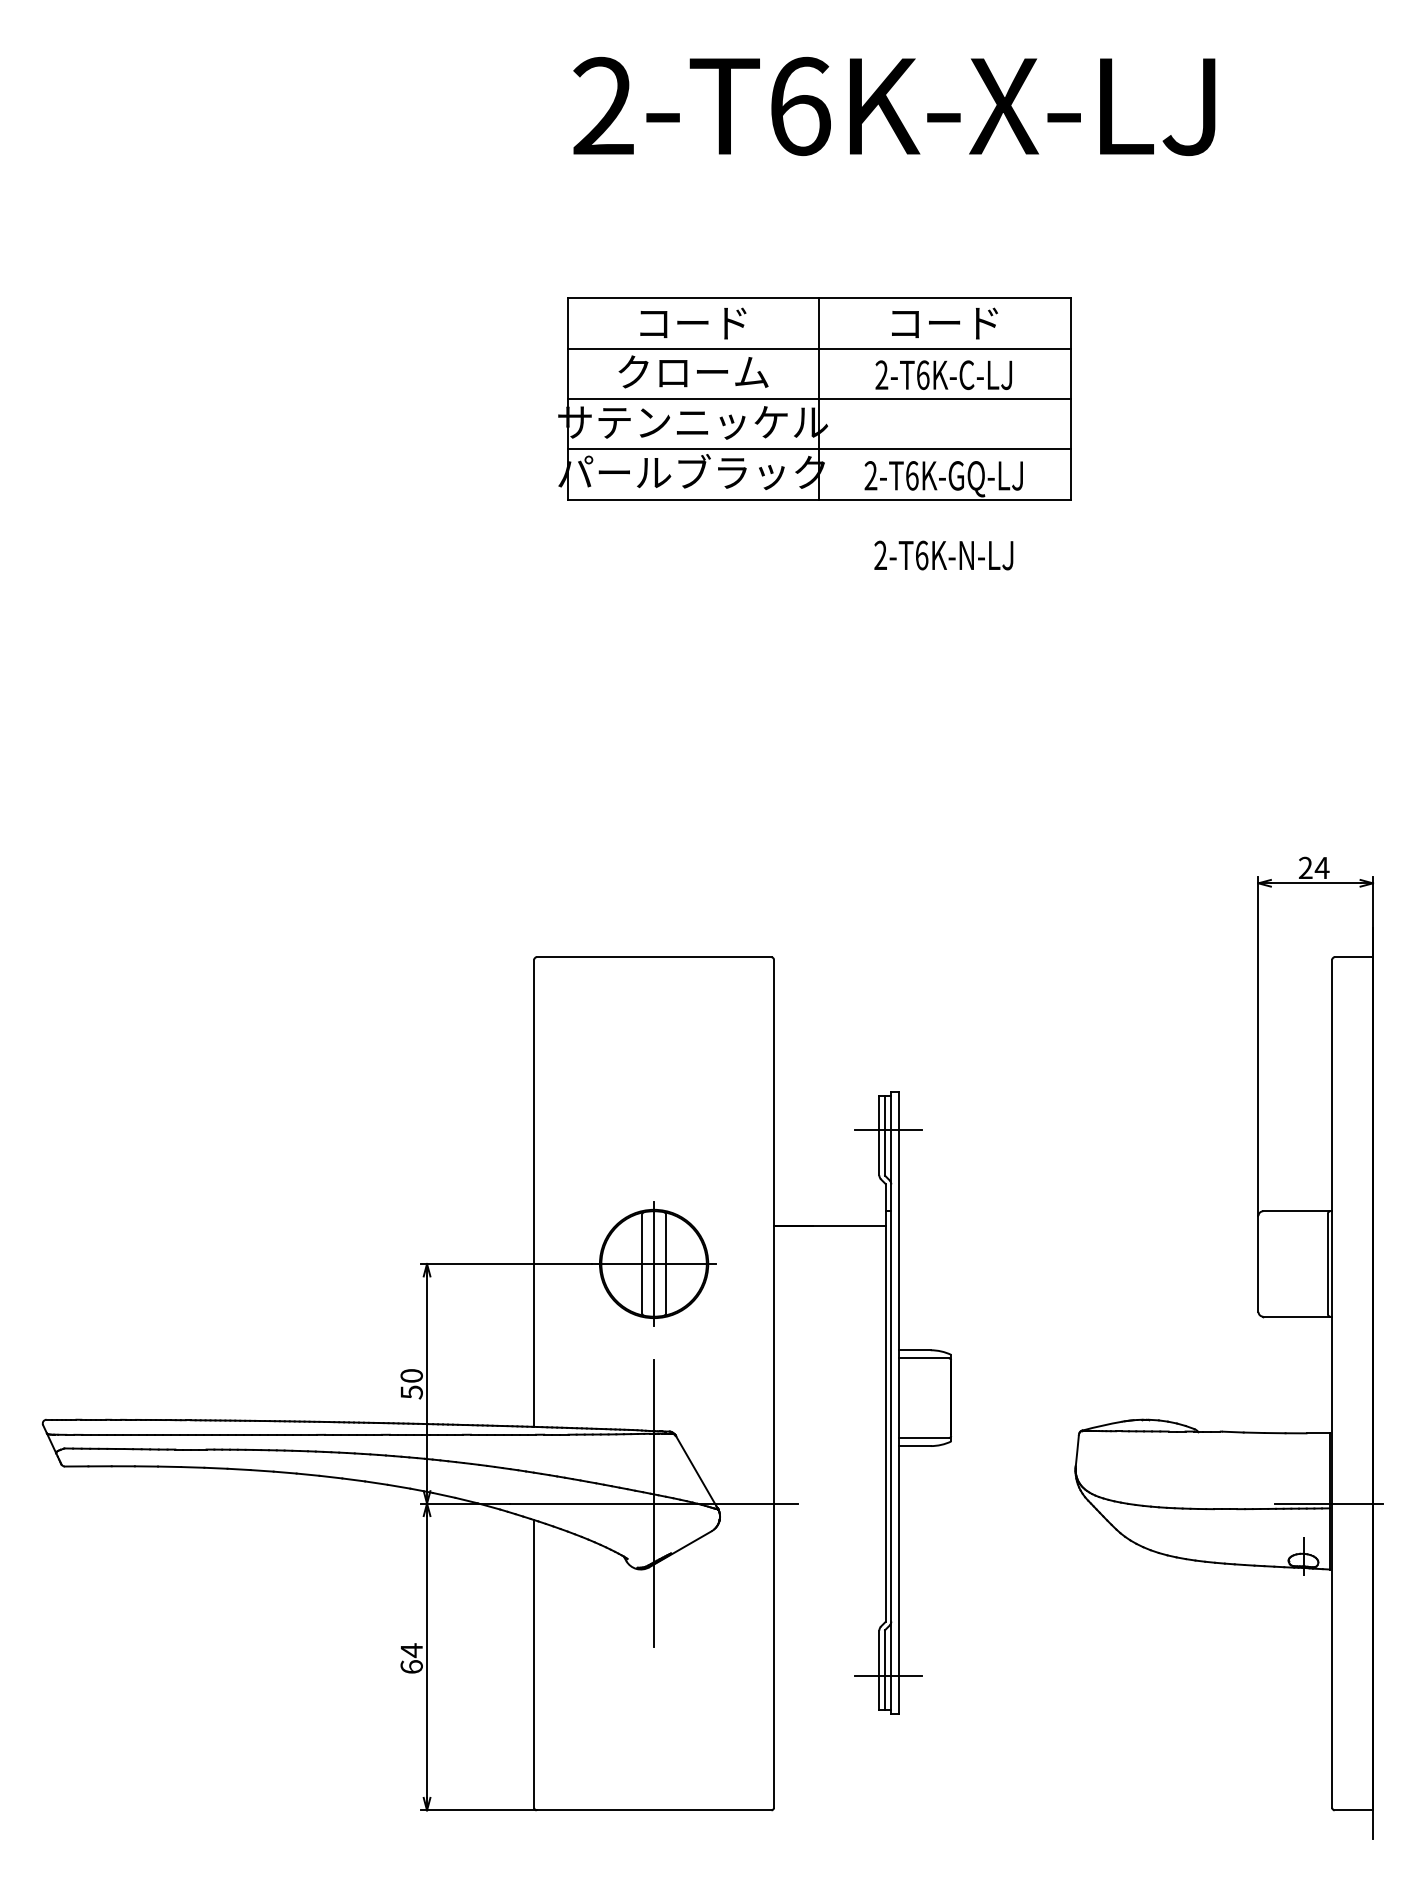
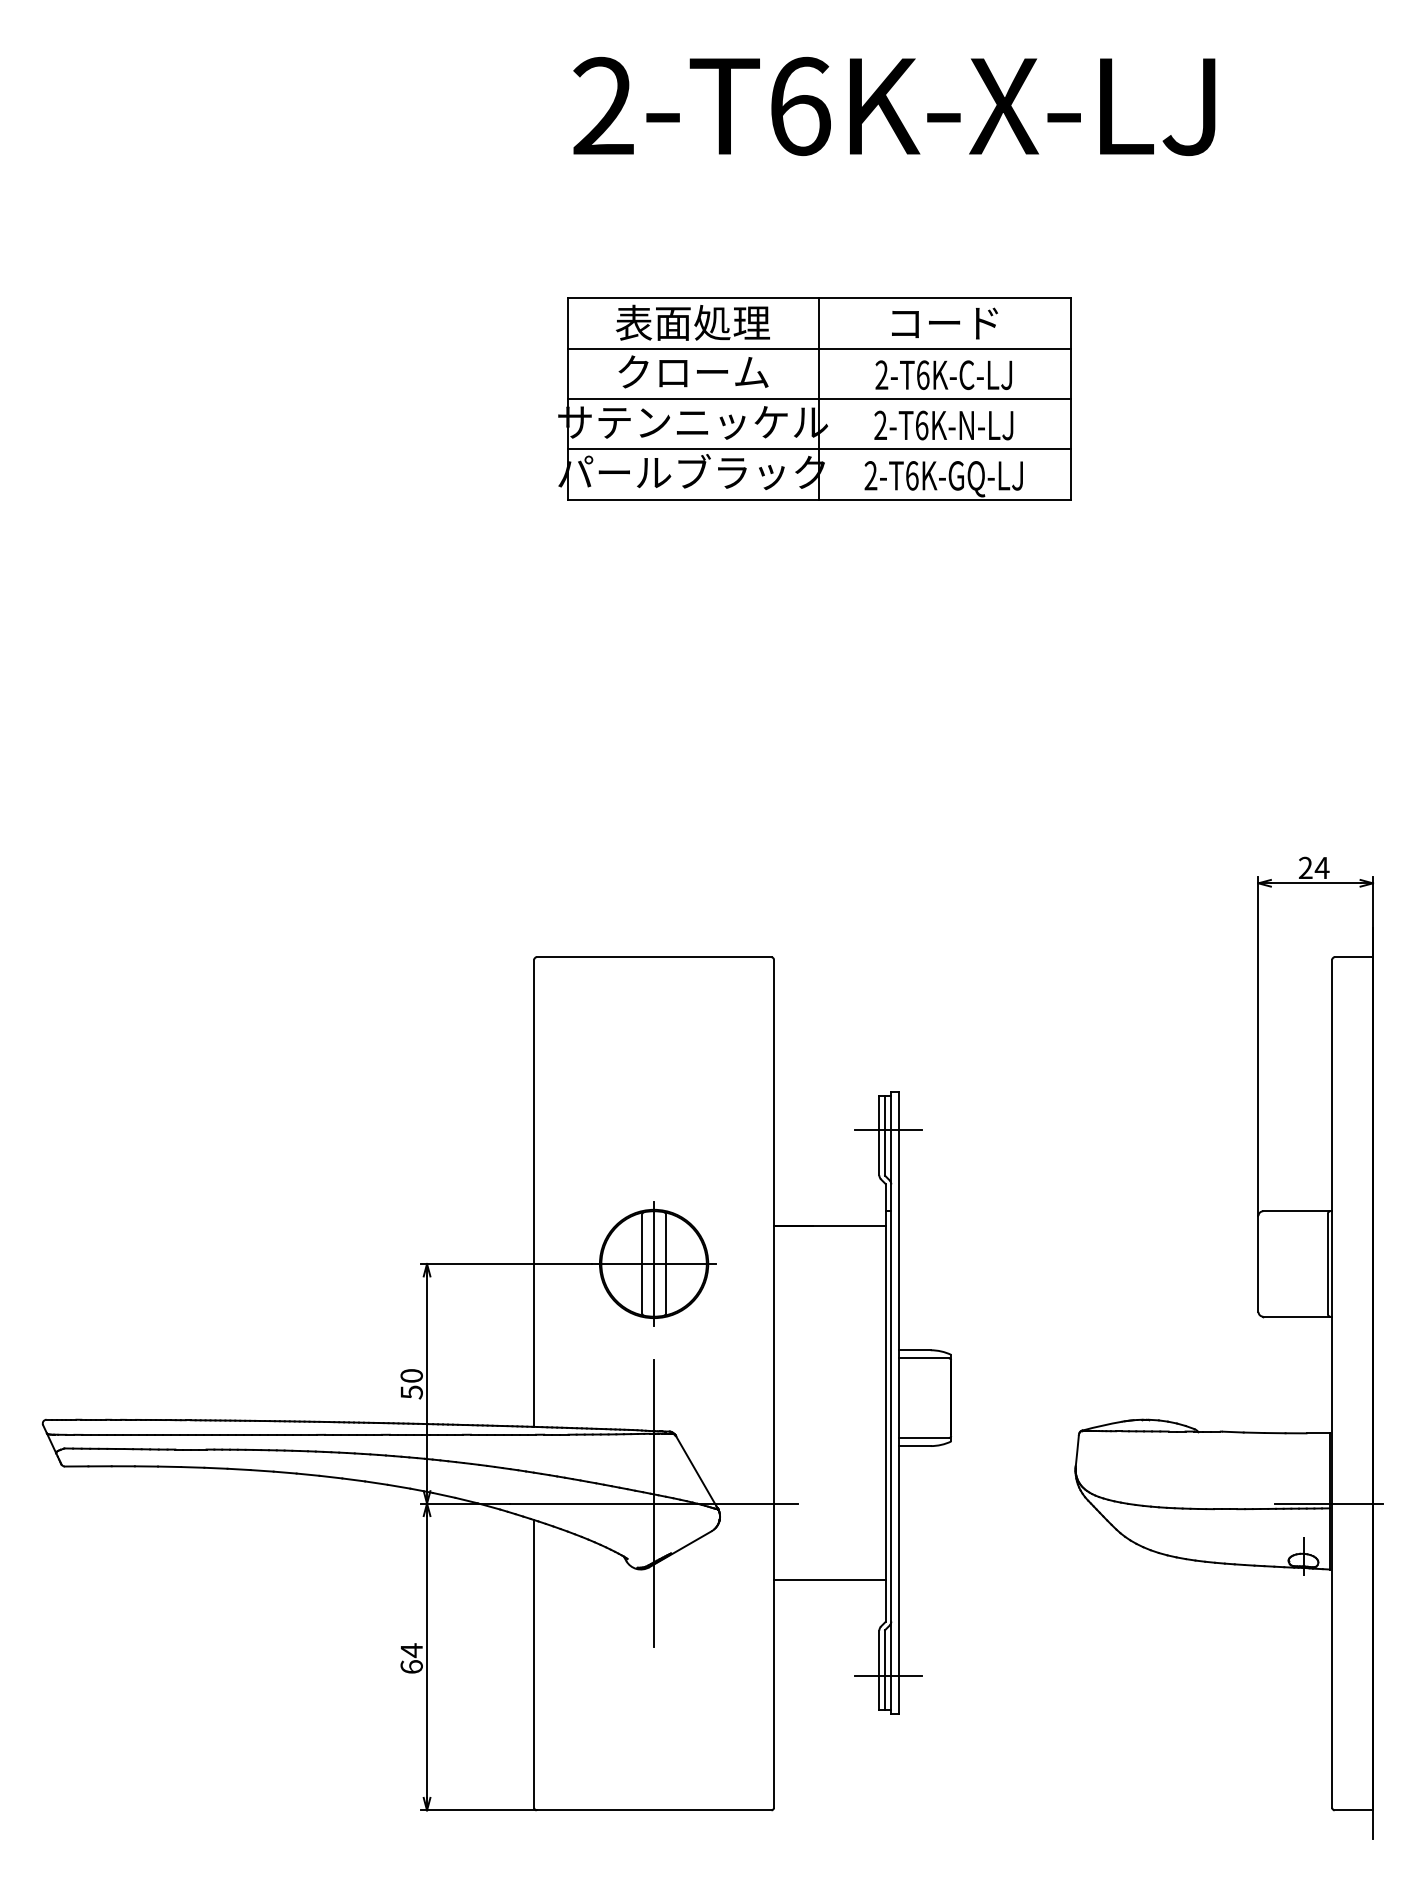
text at (692, 322): コード -> 表面処理
text at (943, 555) position: (943, 555) -> (943, 425)
line at (829, 1580): none -> present
